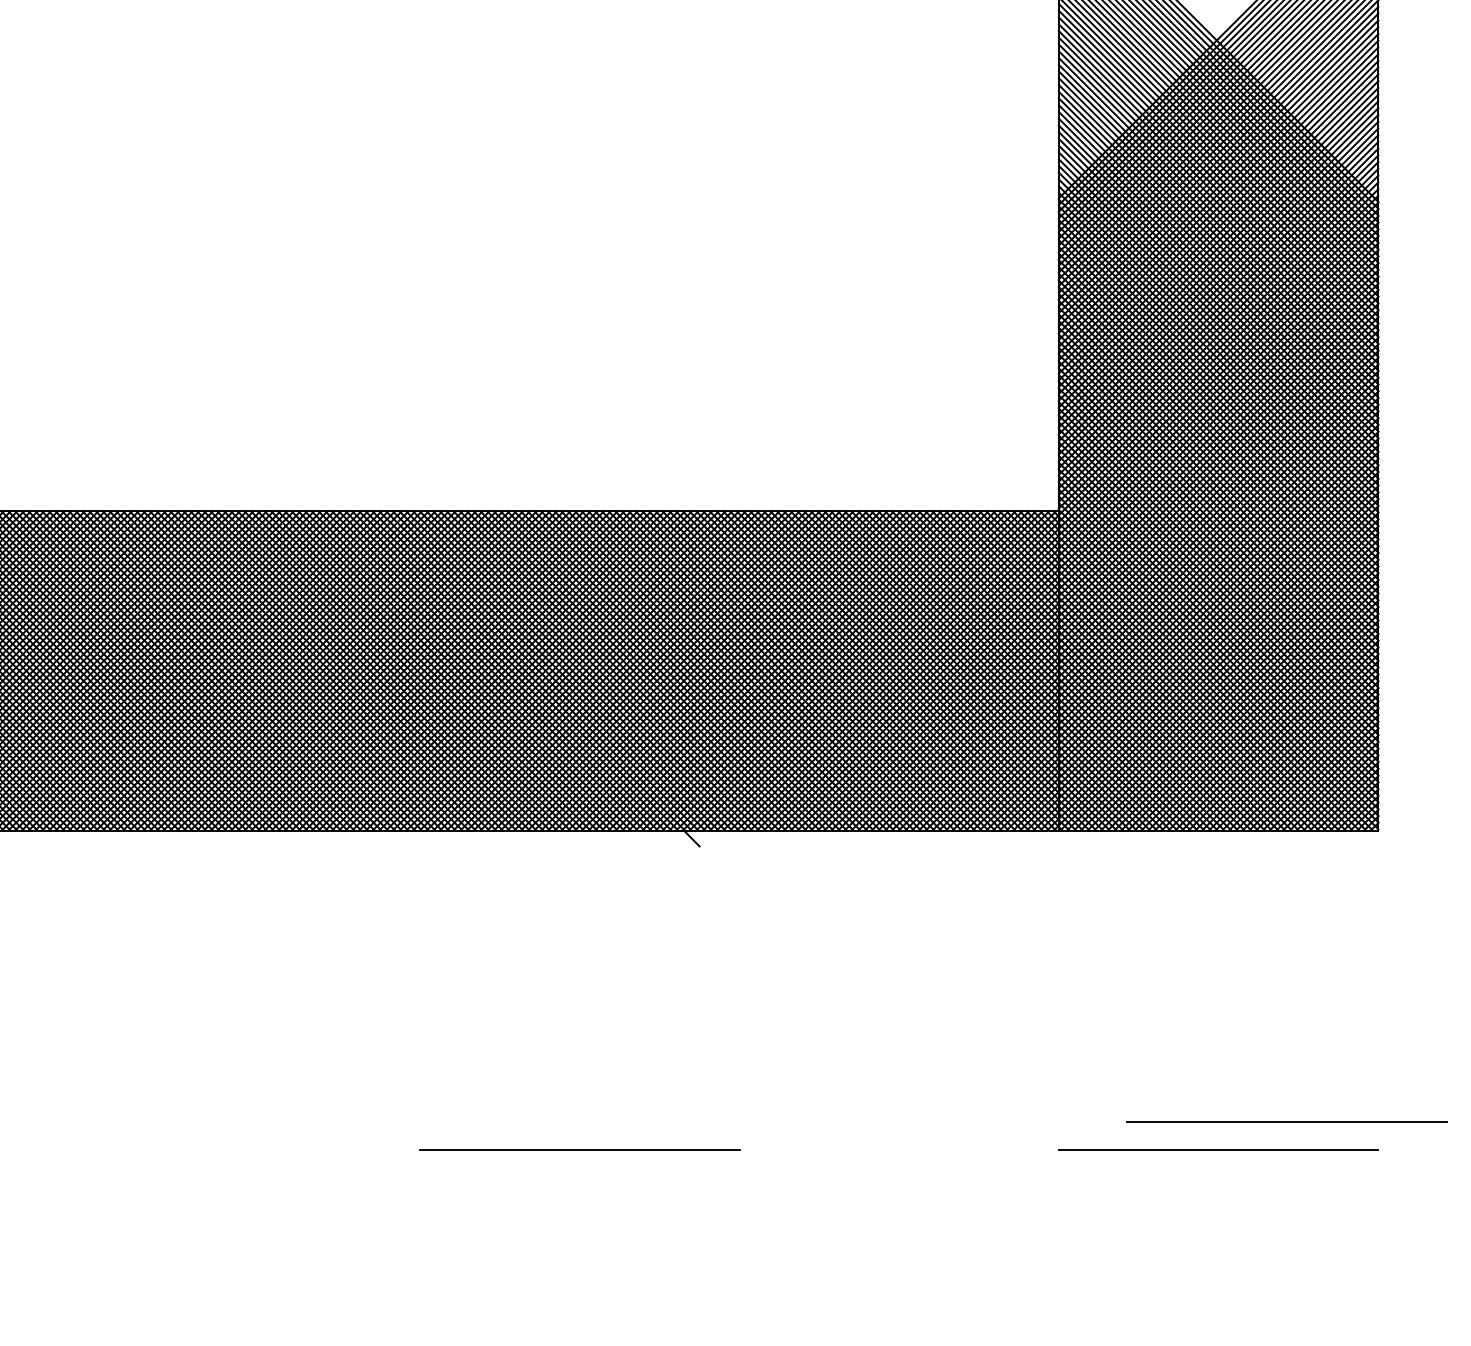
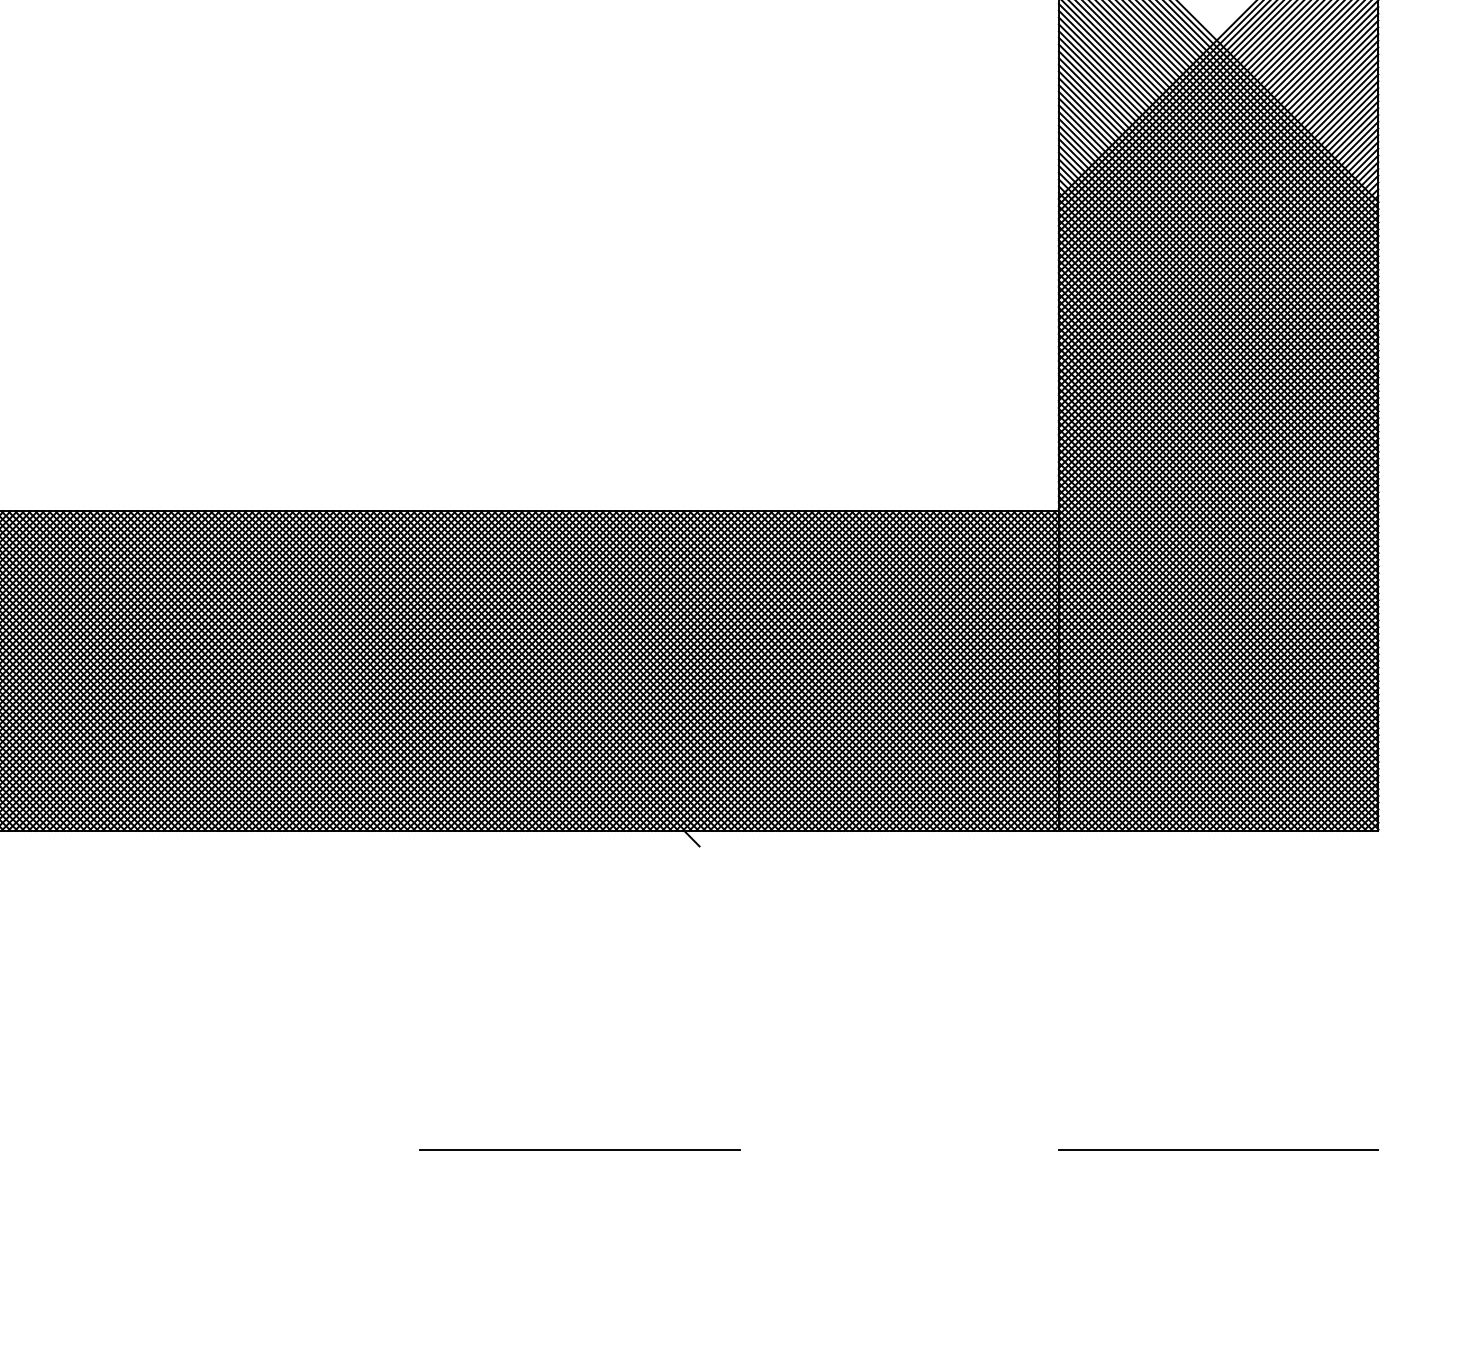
line at (1286, 1121): present -> none
